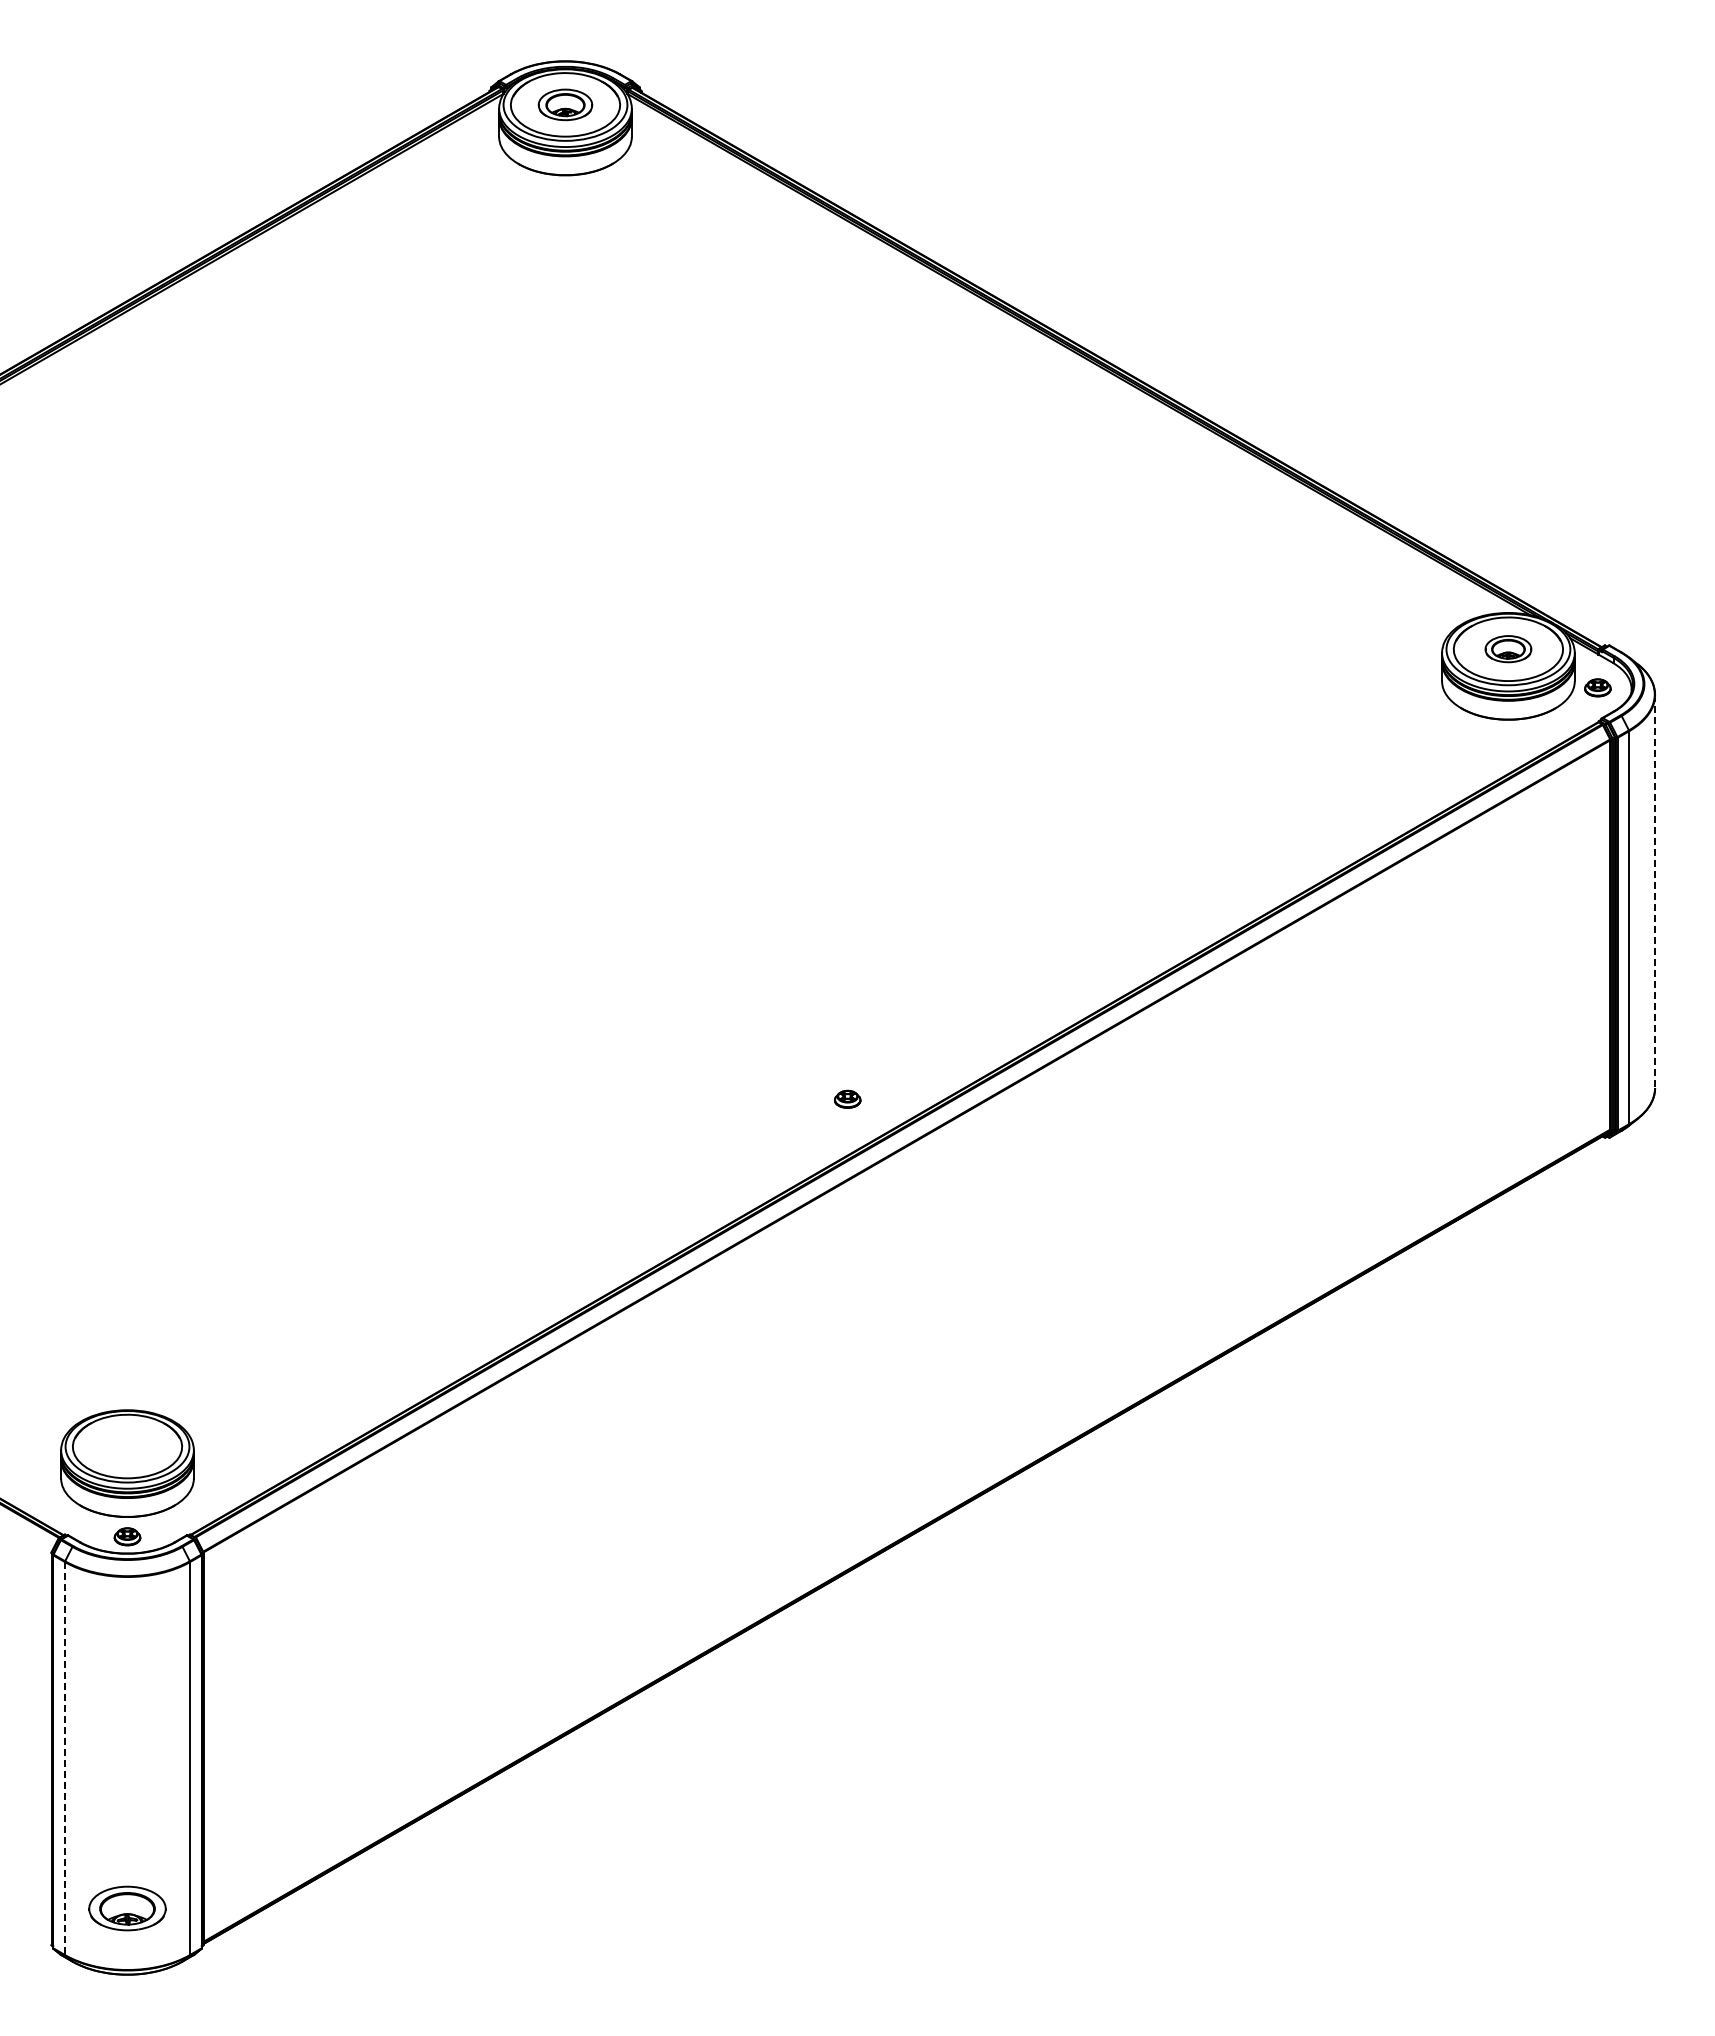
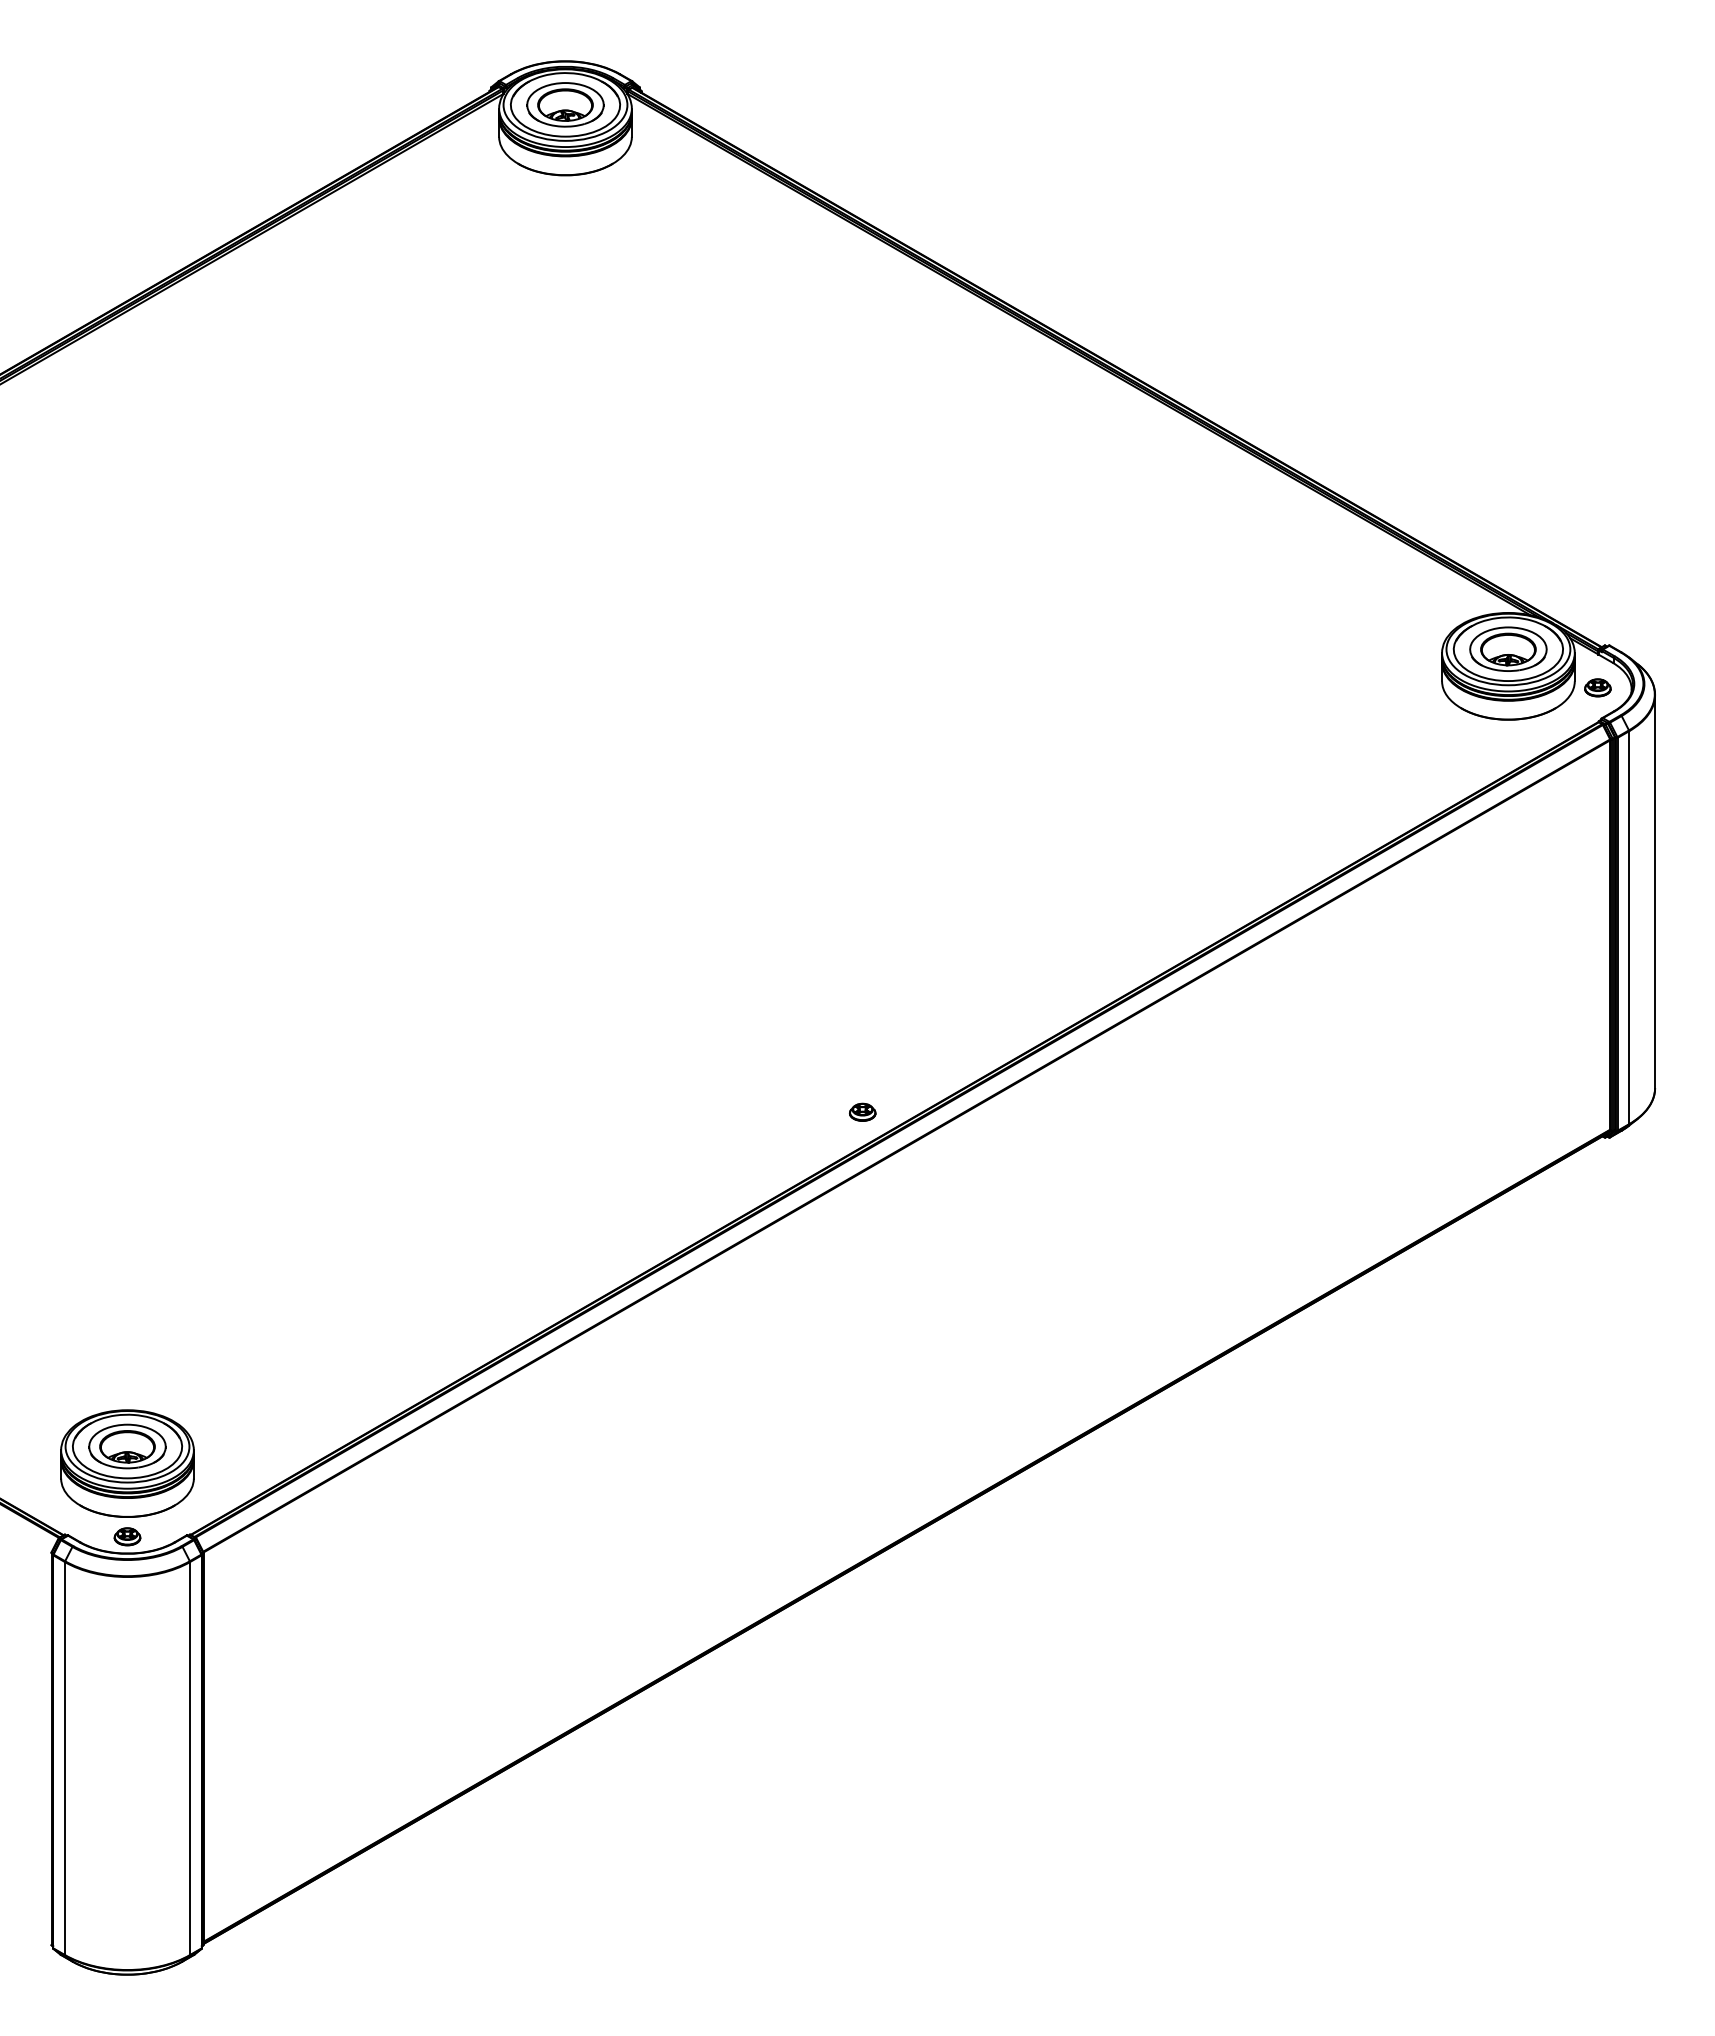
part at (565, 104) size: 57x34 px -> 79x46 px
part at (1508, 649) size: 49x29 px -> 79x46 px
line at (1655, 892): dashed -> solid
part at (847, 1098) position: (847, 1098) -> (862, 1111)
line at (64, 1759): dashed -> solid
part at (127, 1908) position: (127, 1908) -> (127, 1446)
